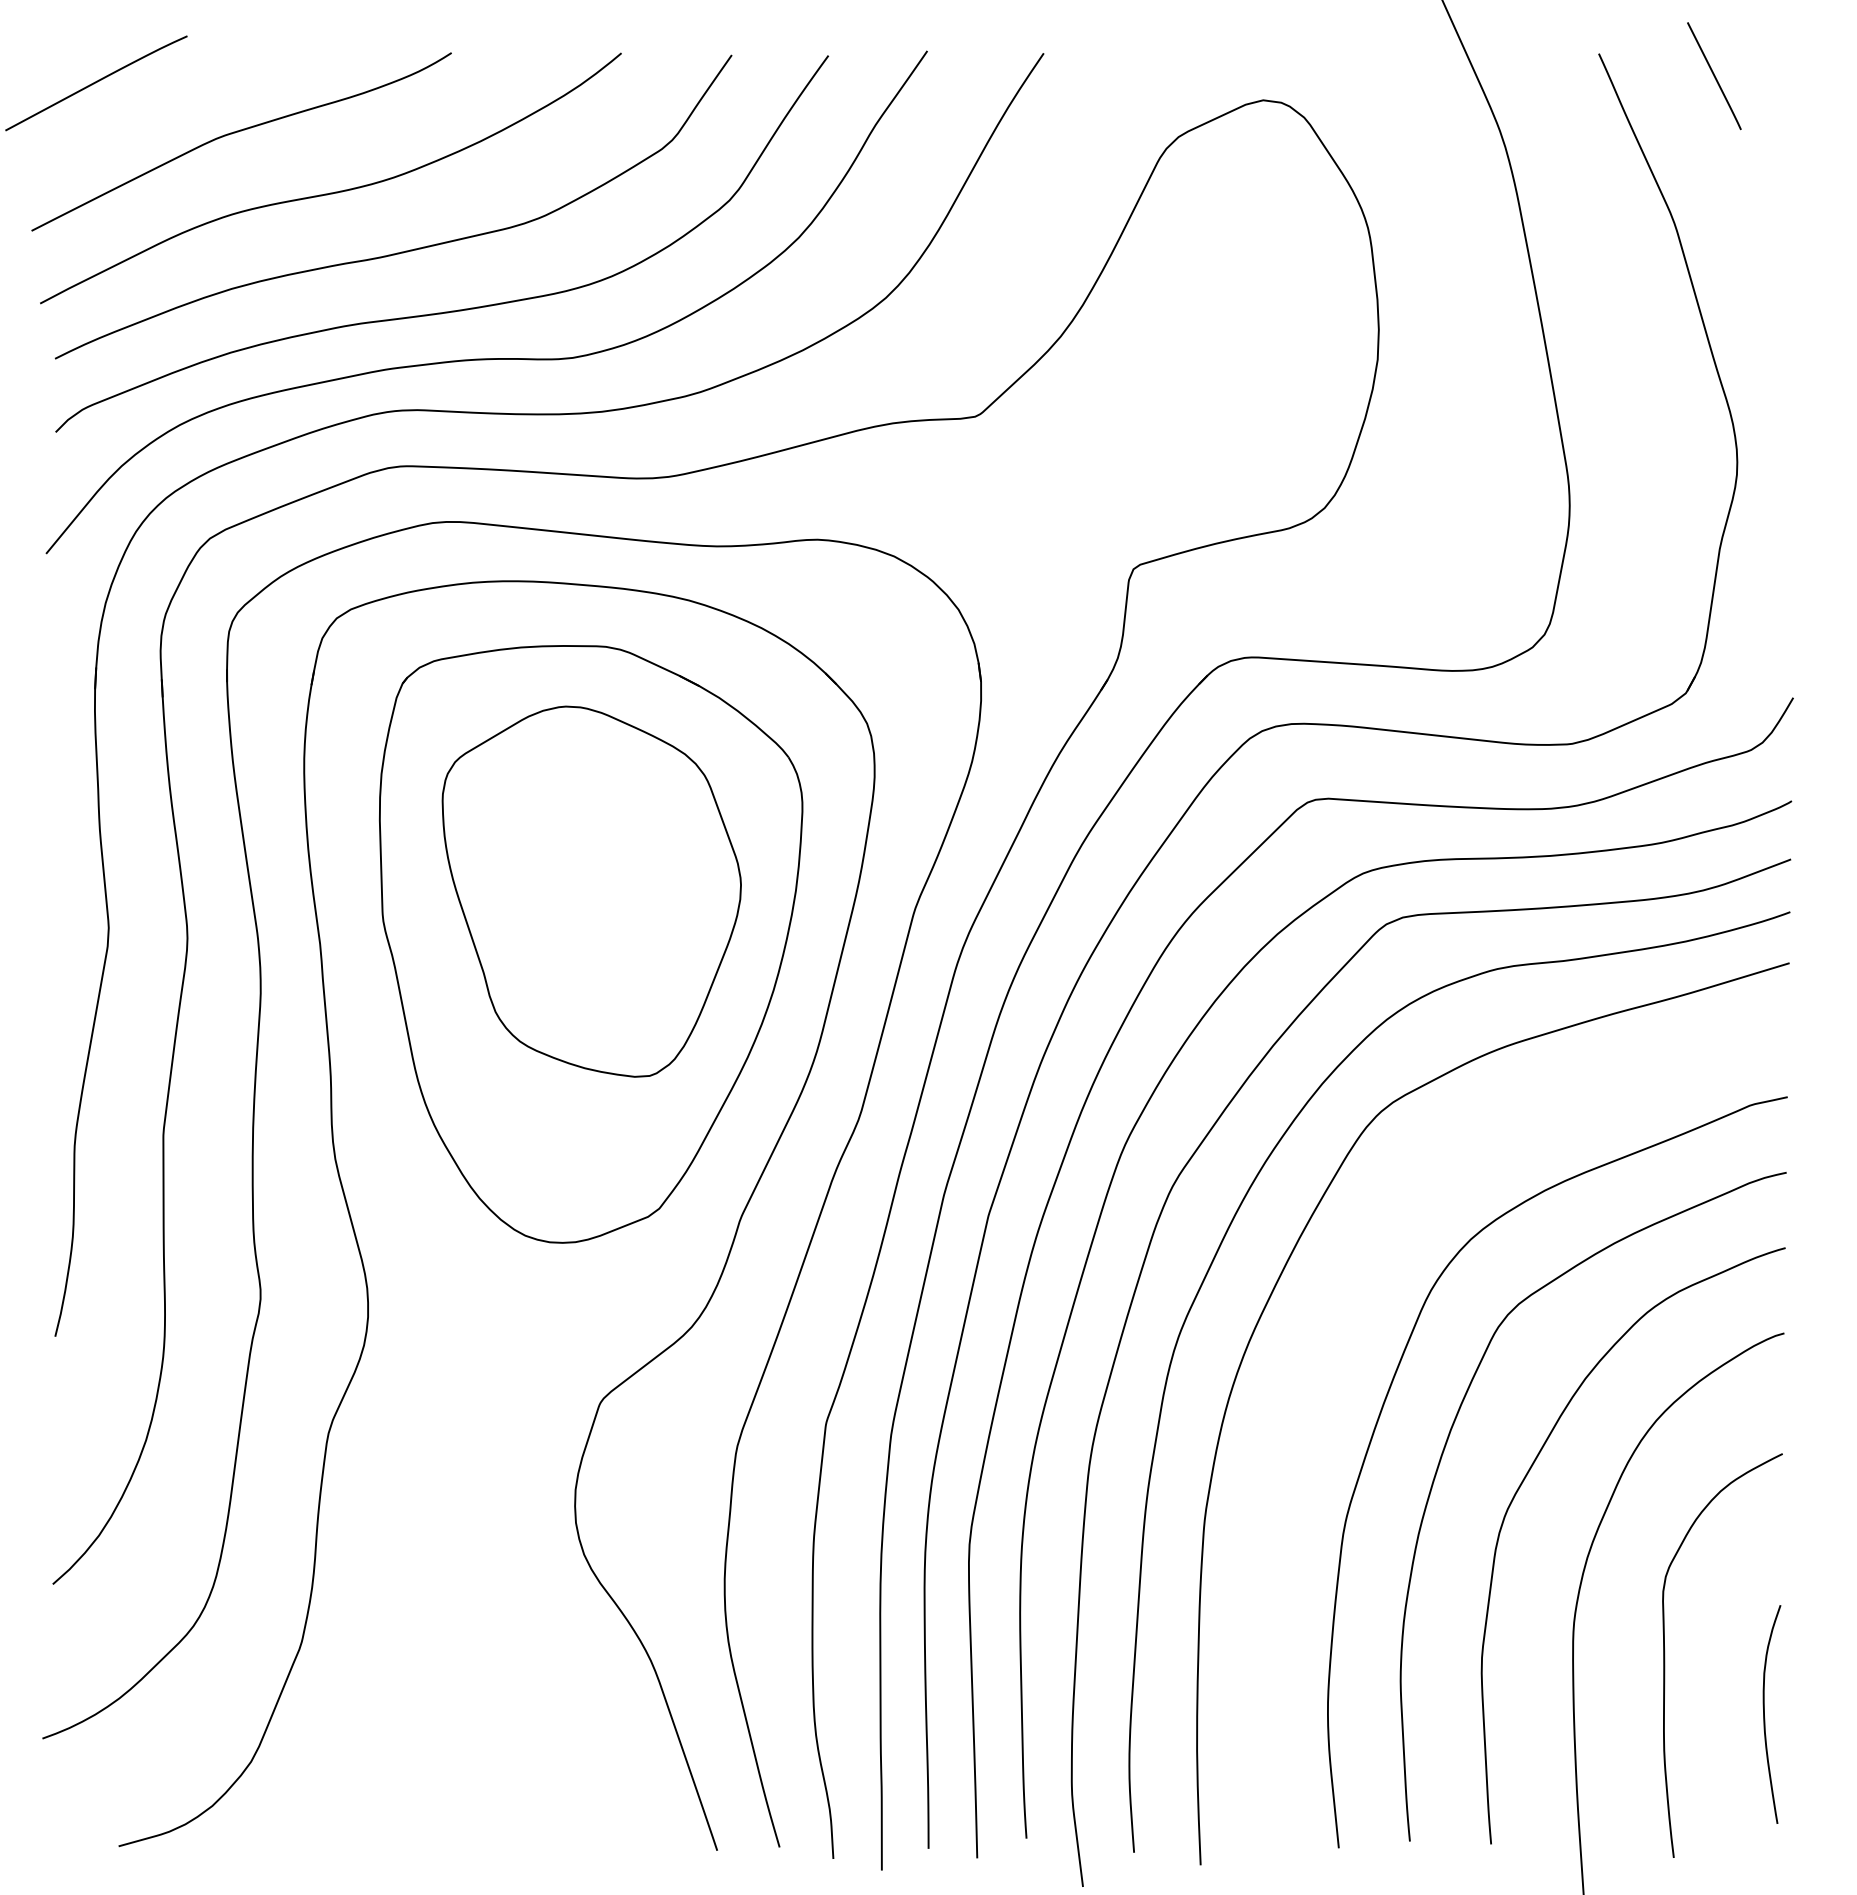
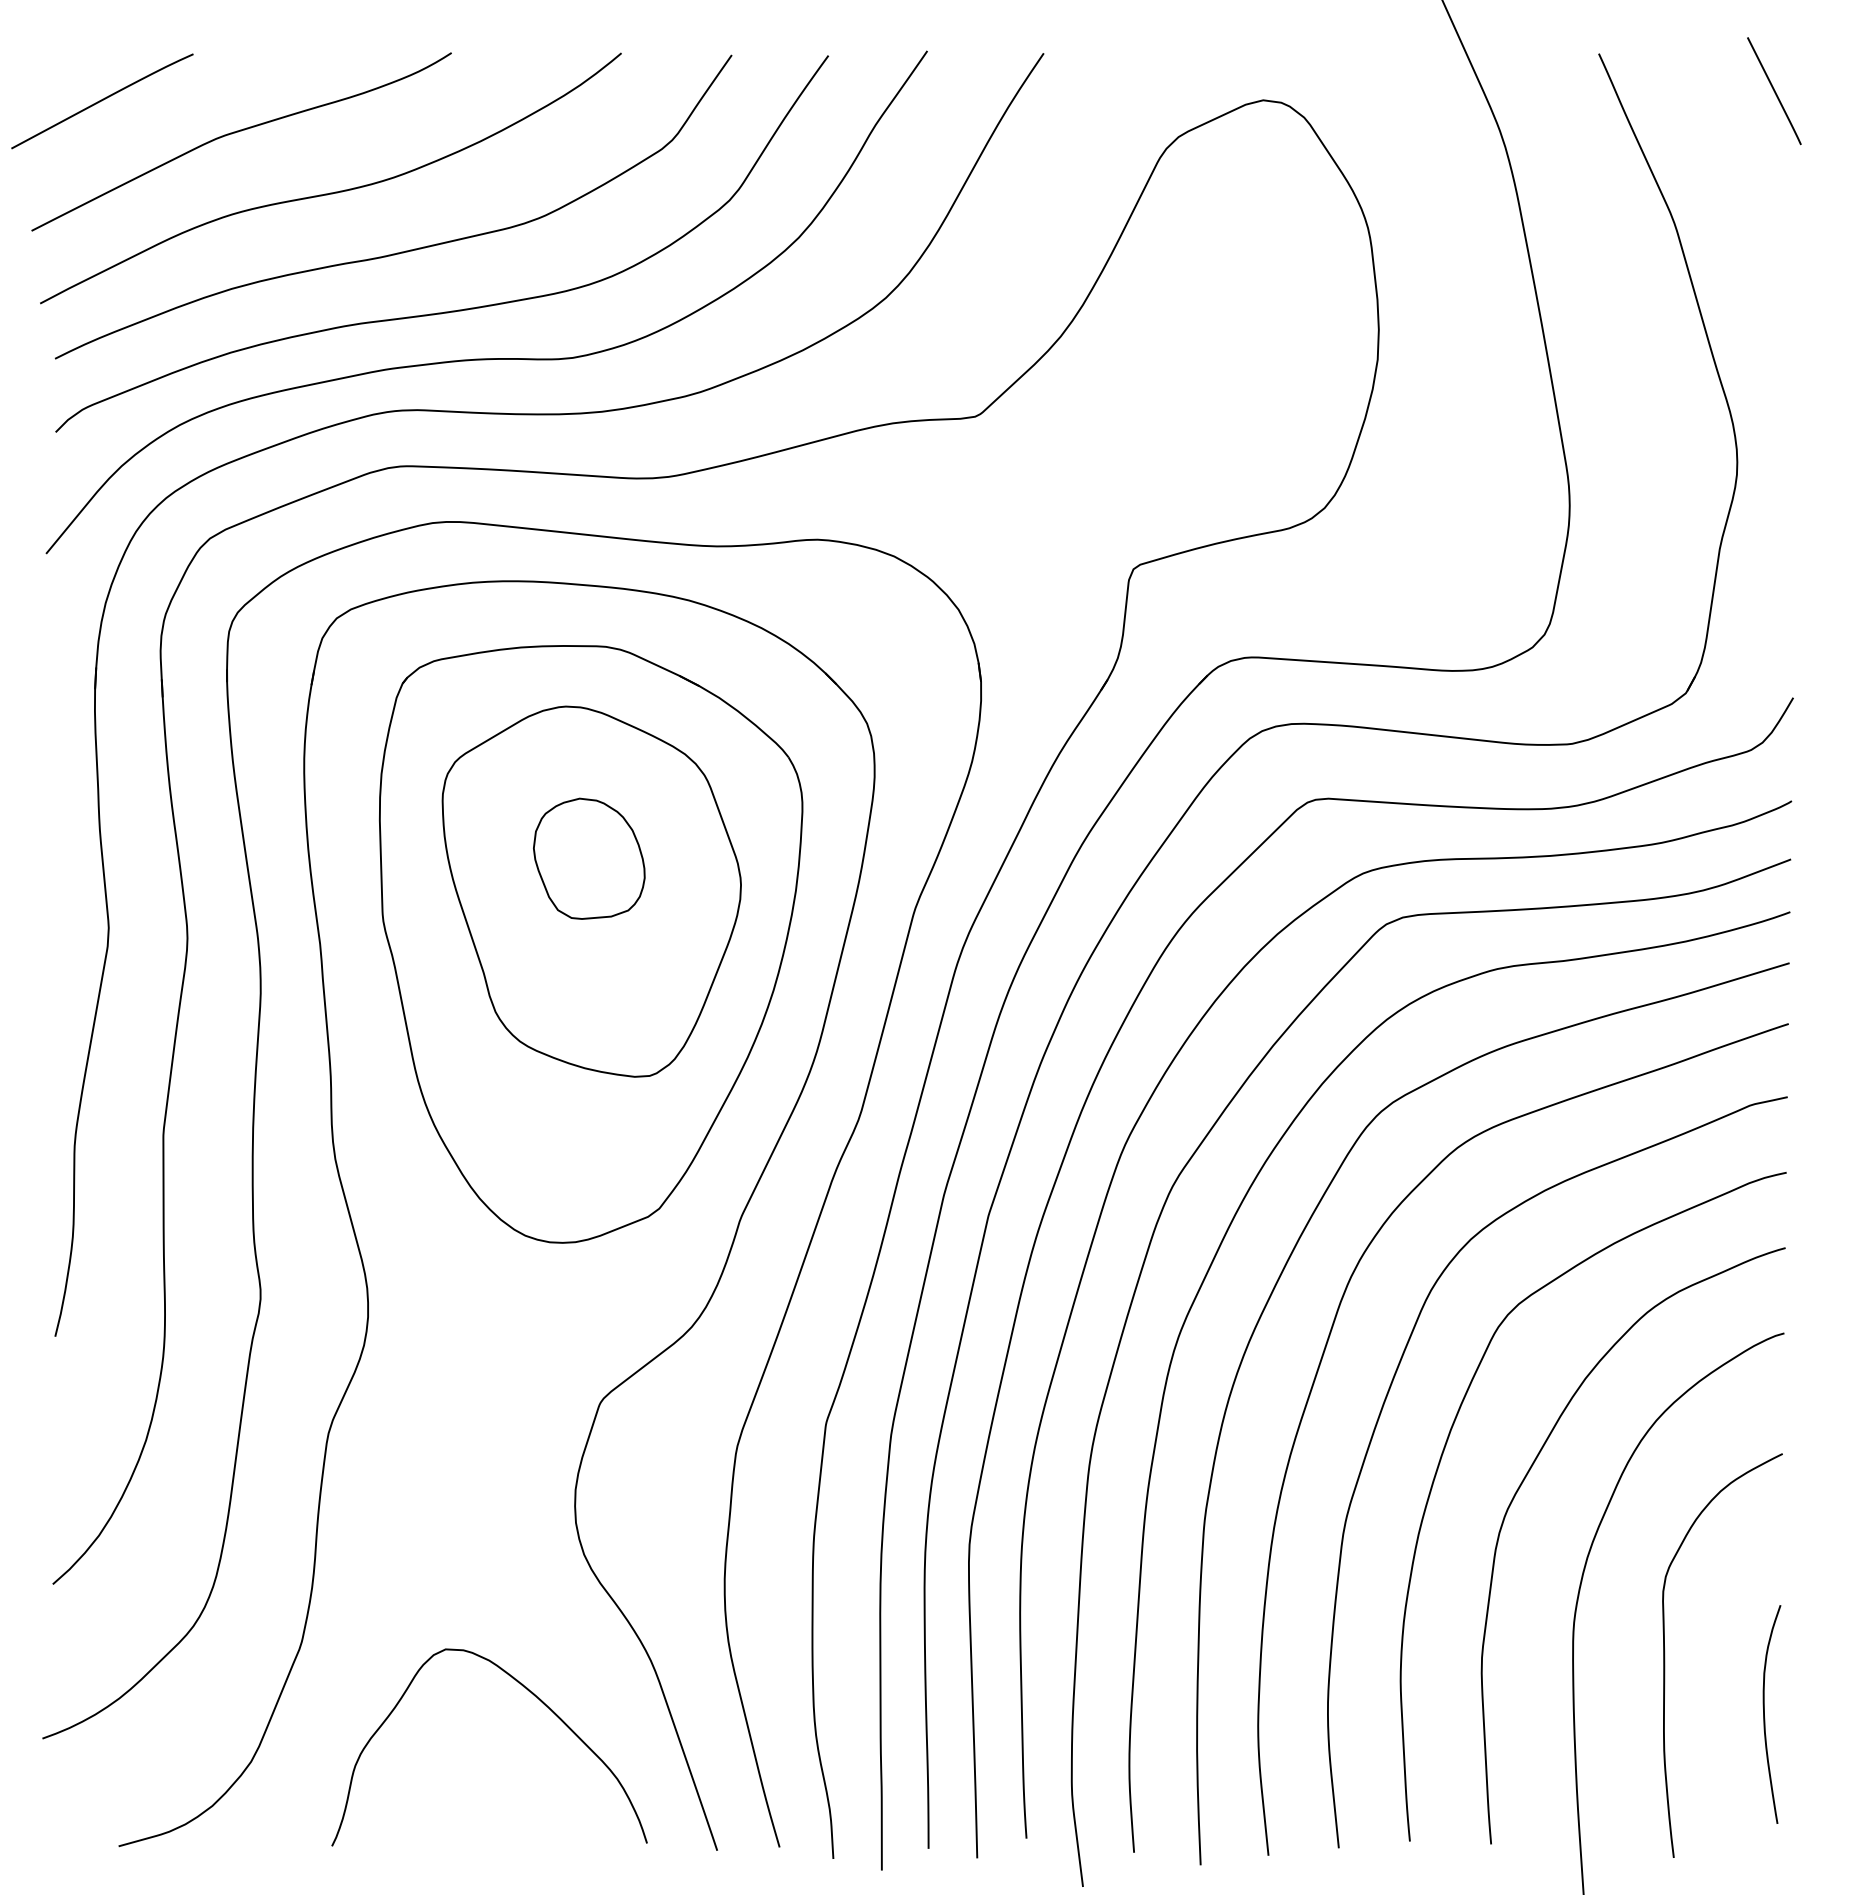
line at (1714, 76) position: (1714, 76) -> (1774, 91)
curve at (96, 82) position: (96, 82) -> (102, 100)
part at (589, 858): none -> present
curve at (1318, 1371): none -> present
curve at (534, 1696): none -> present
